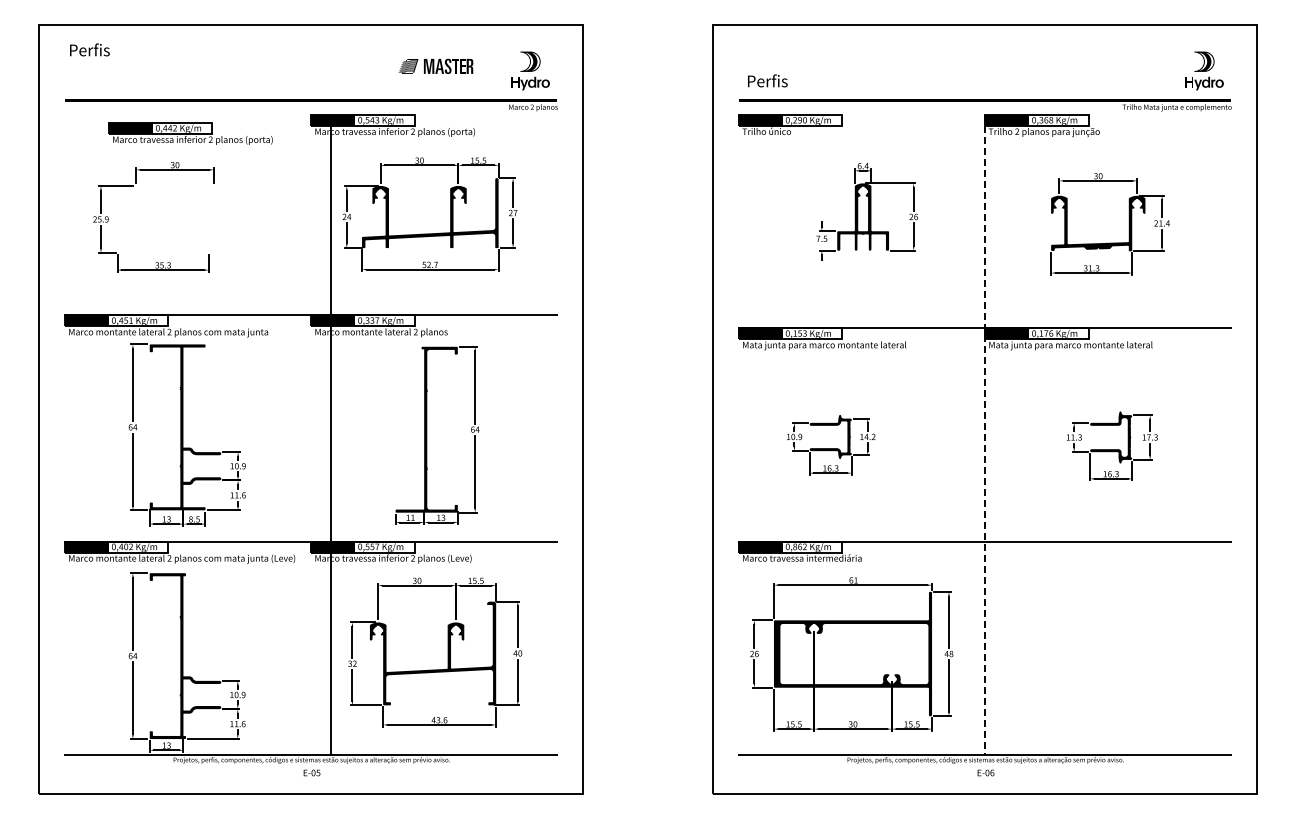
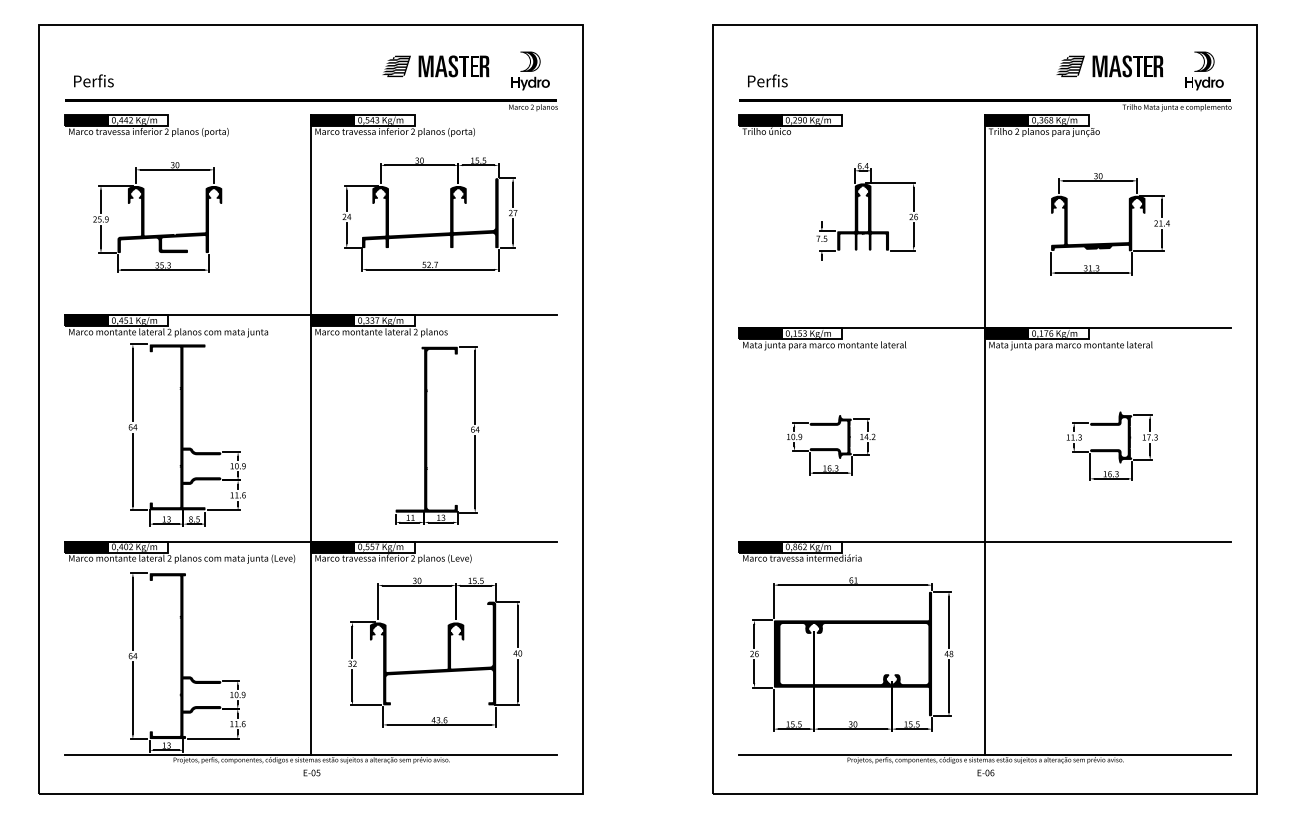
text at (89, 49) position: (89, 49) -> (93, 80)
part at (435, 65) size: 76x16 px -> 108x23 px
part at (1109, 66): none -> present
part at (190, 133) position: (190, 133) -> (146, 125)
fill at (169, 219): none -> present
line at (331, 434) position: (331, 434) -> (311, 434)
line at (984, 434): dashed -> solid
